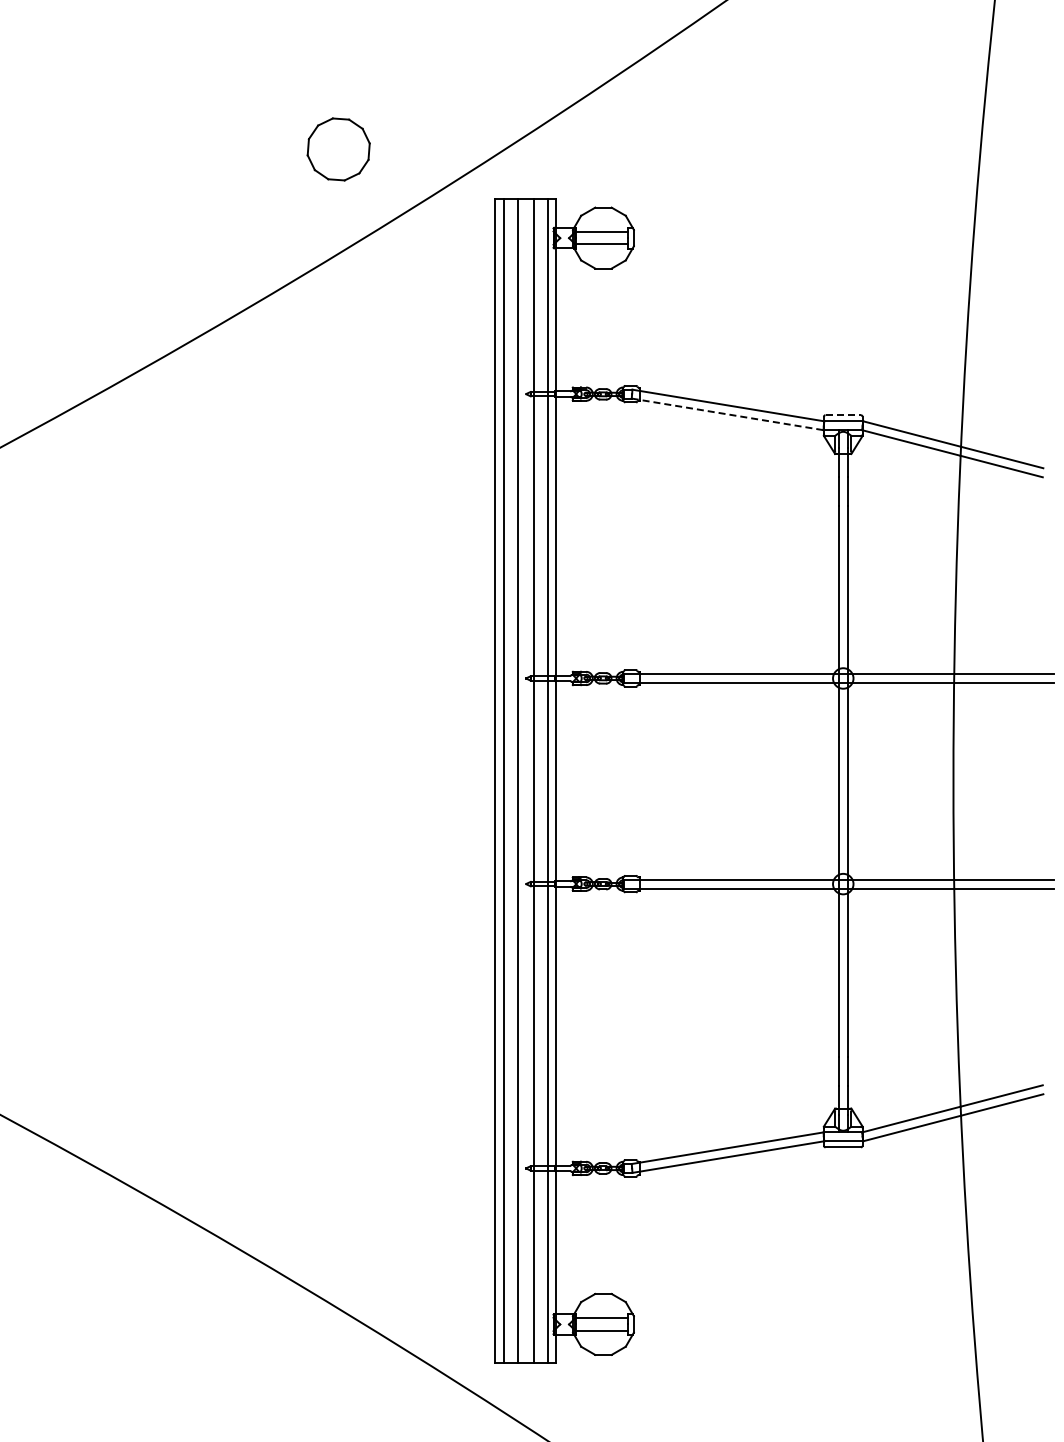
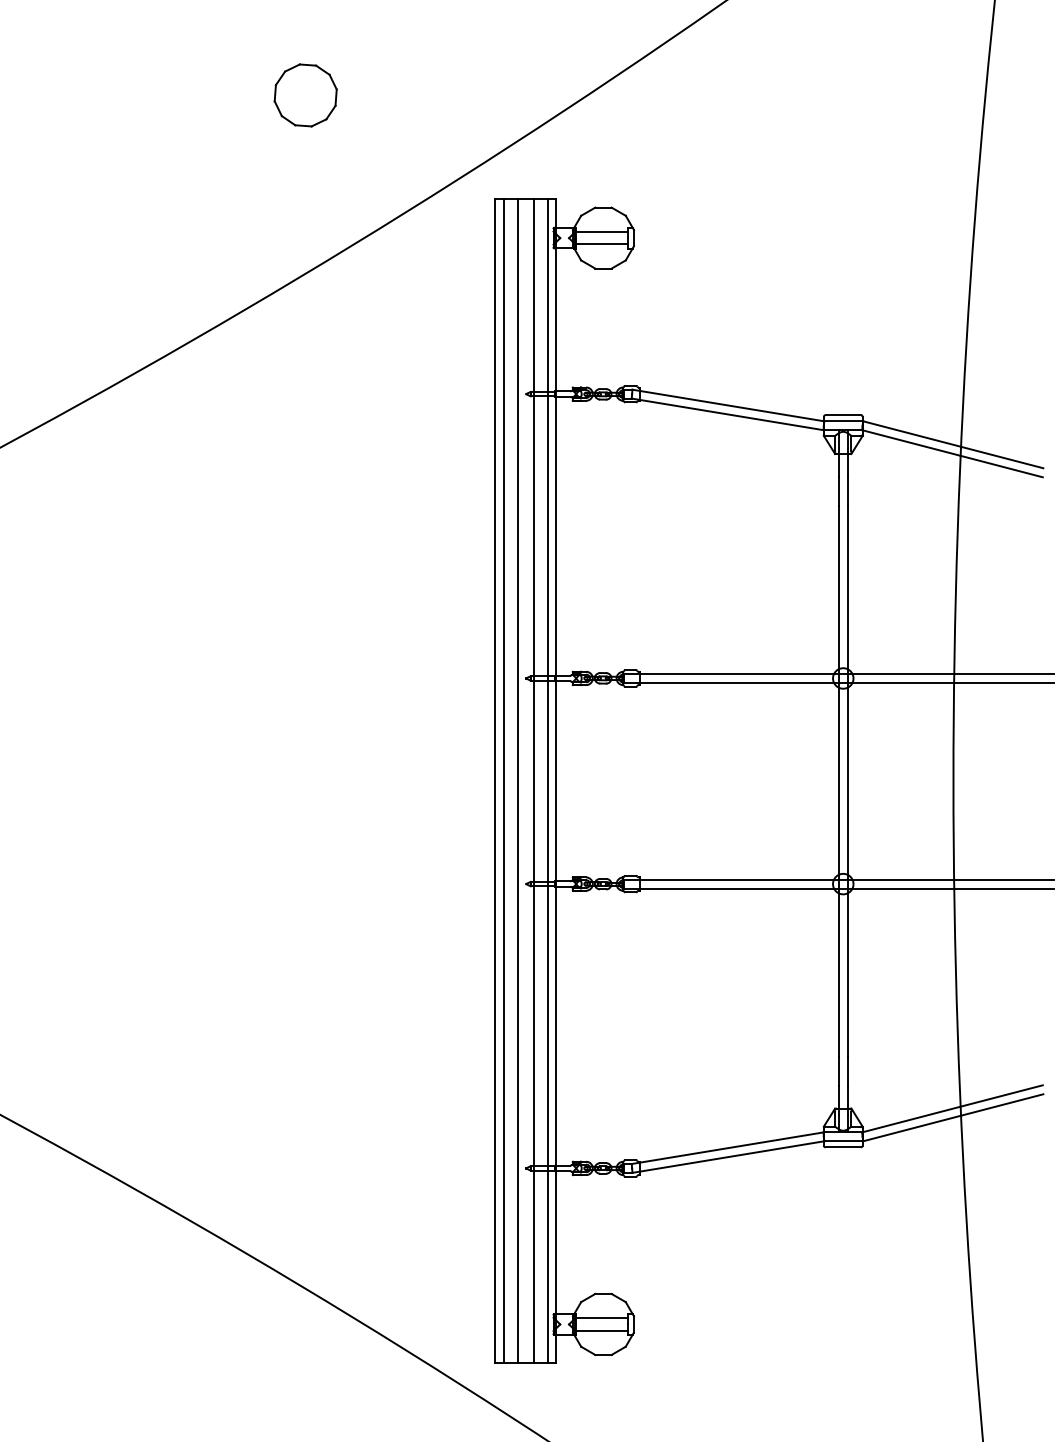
part at (338, 149) position: (338, 149) -> (305, 95)
line at (728, 414): dashed -> solid
line at (843, 415): dashed -> solid
